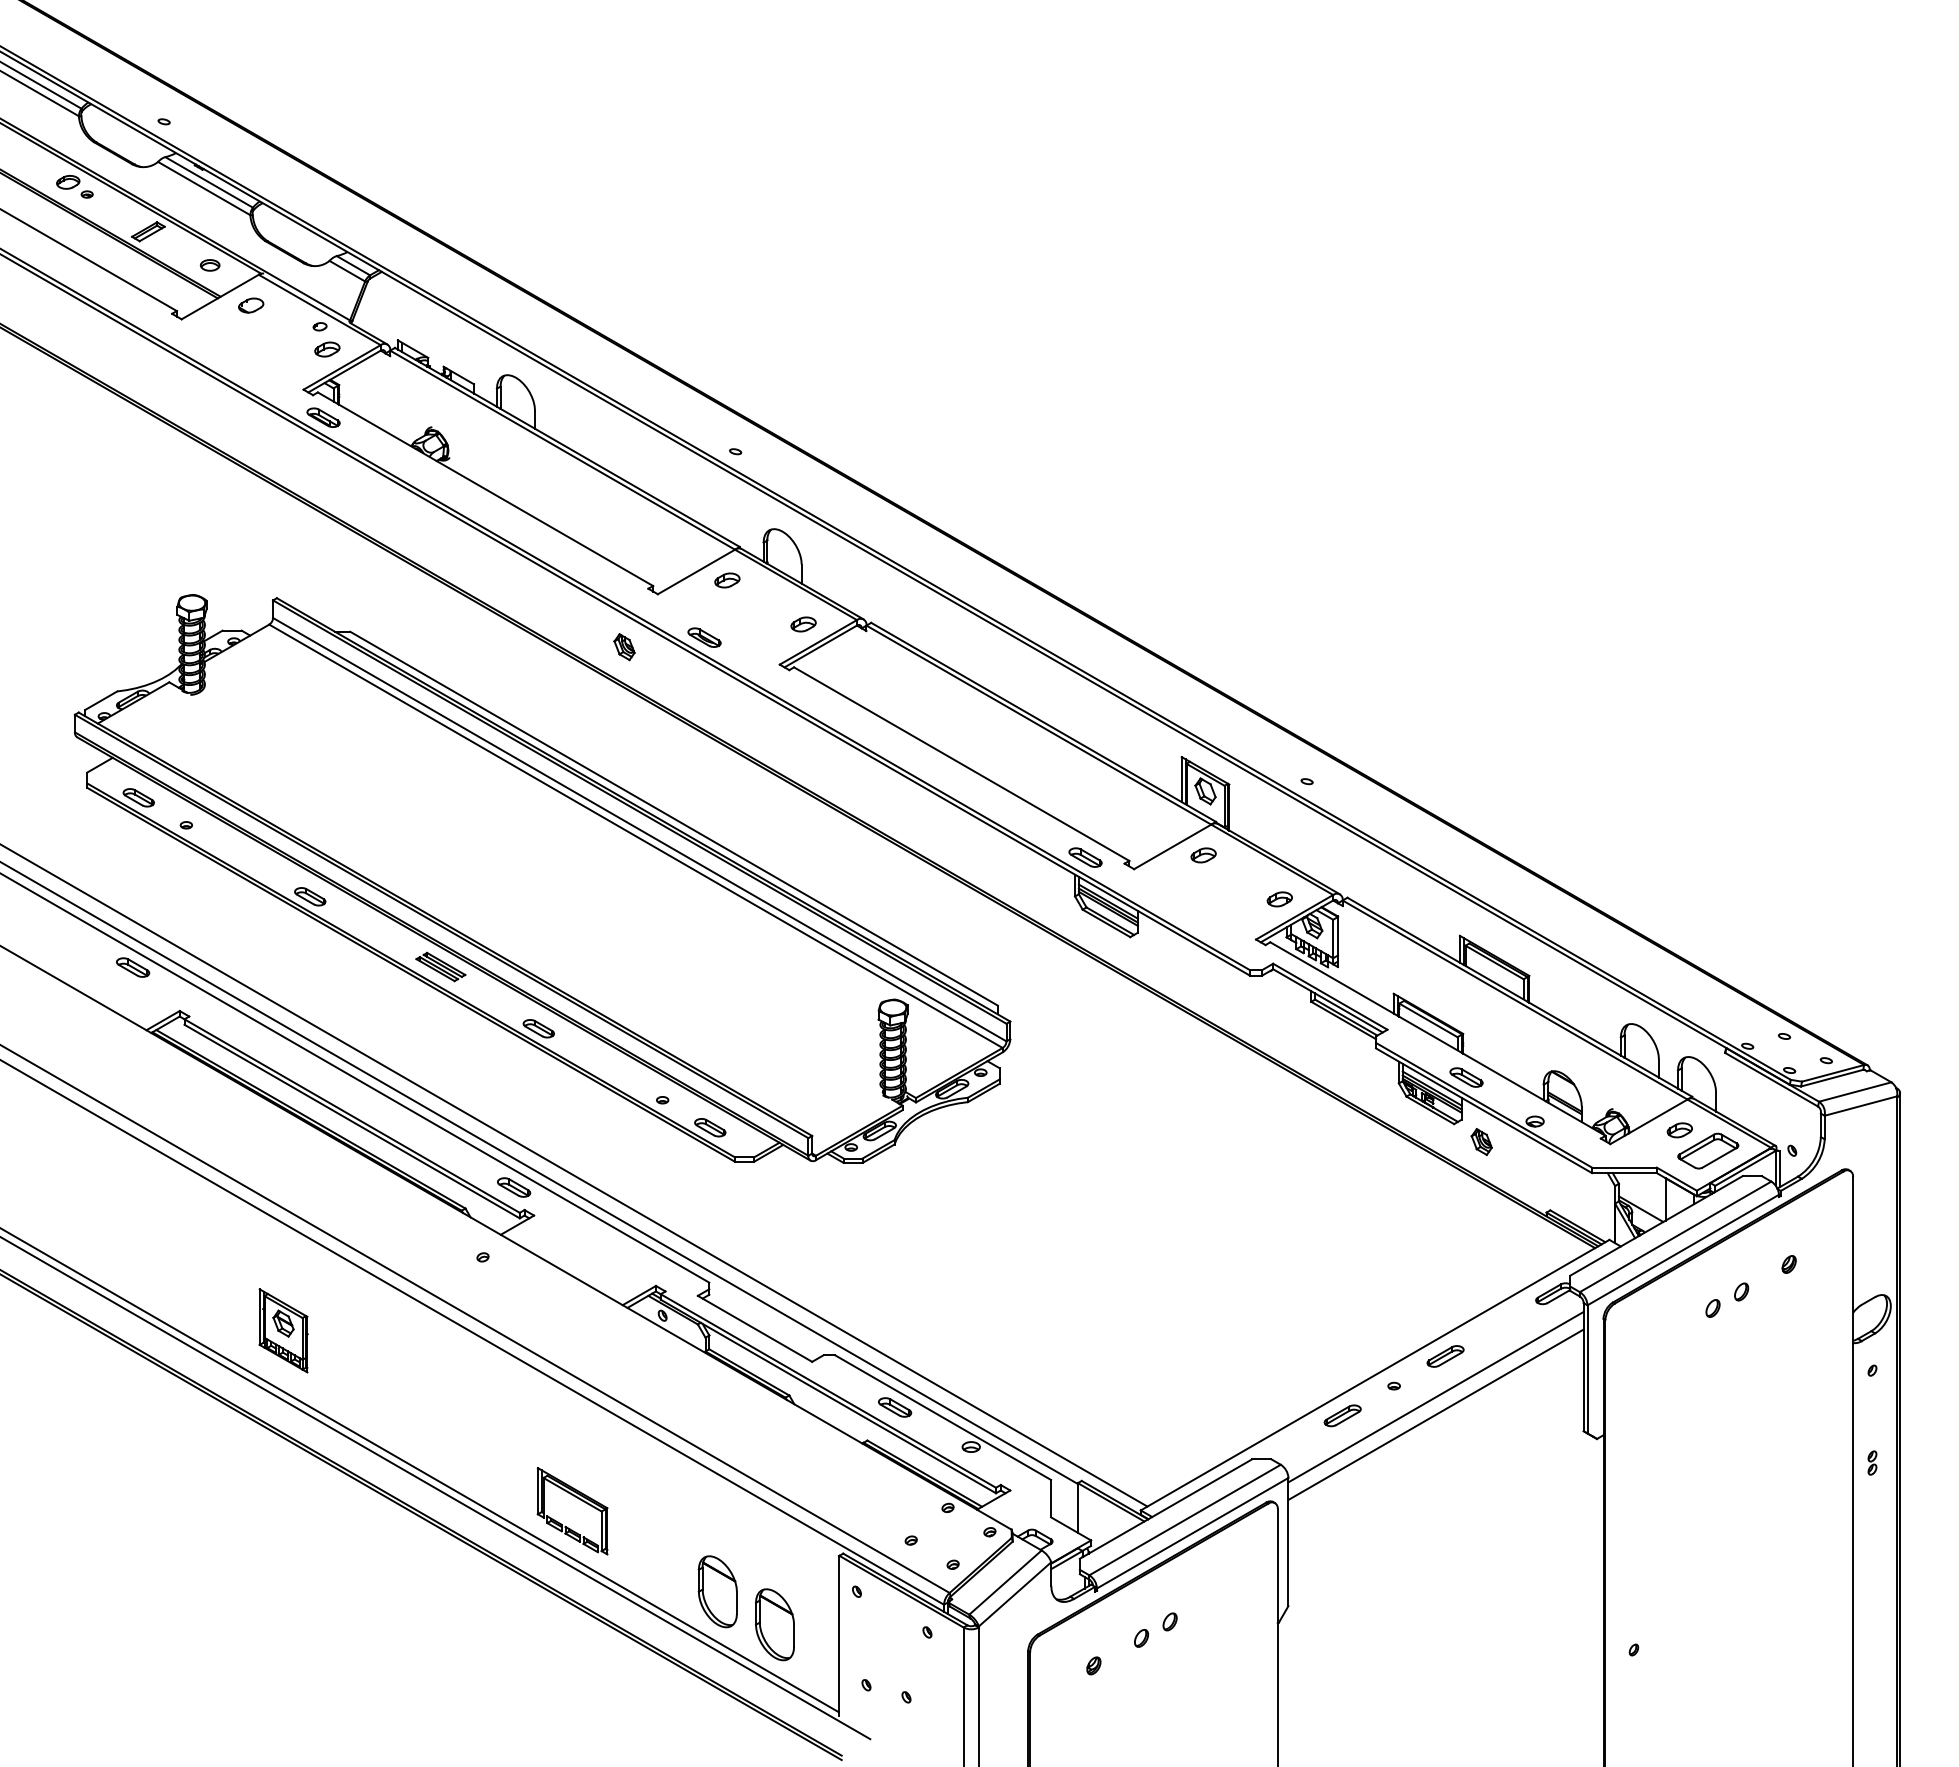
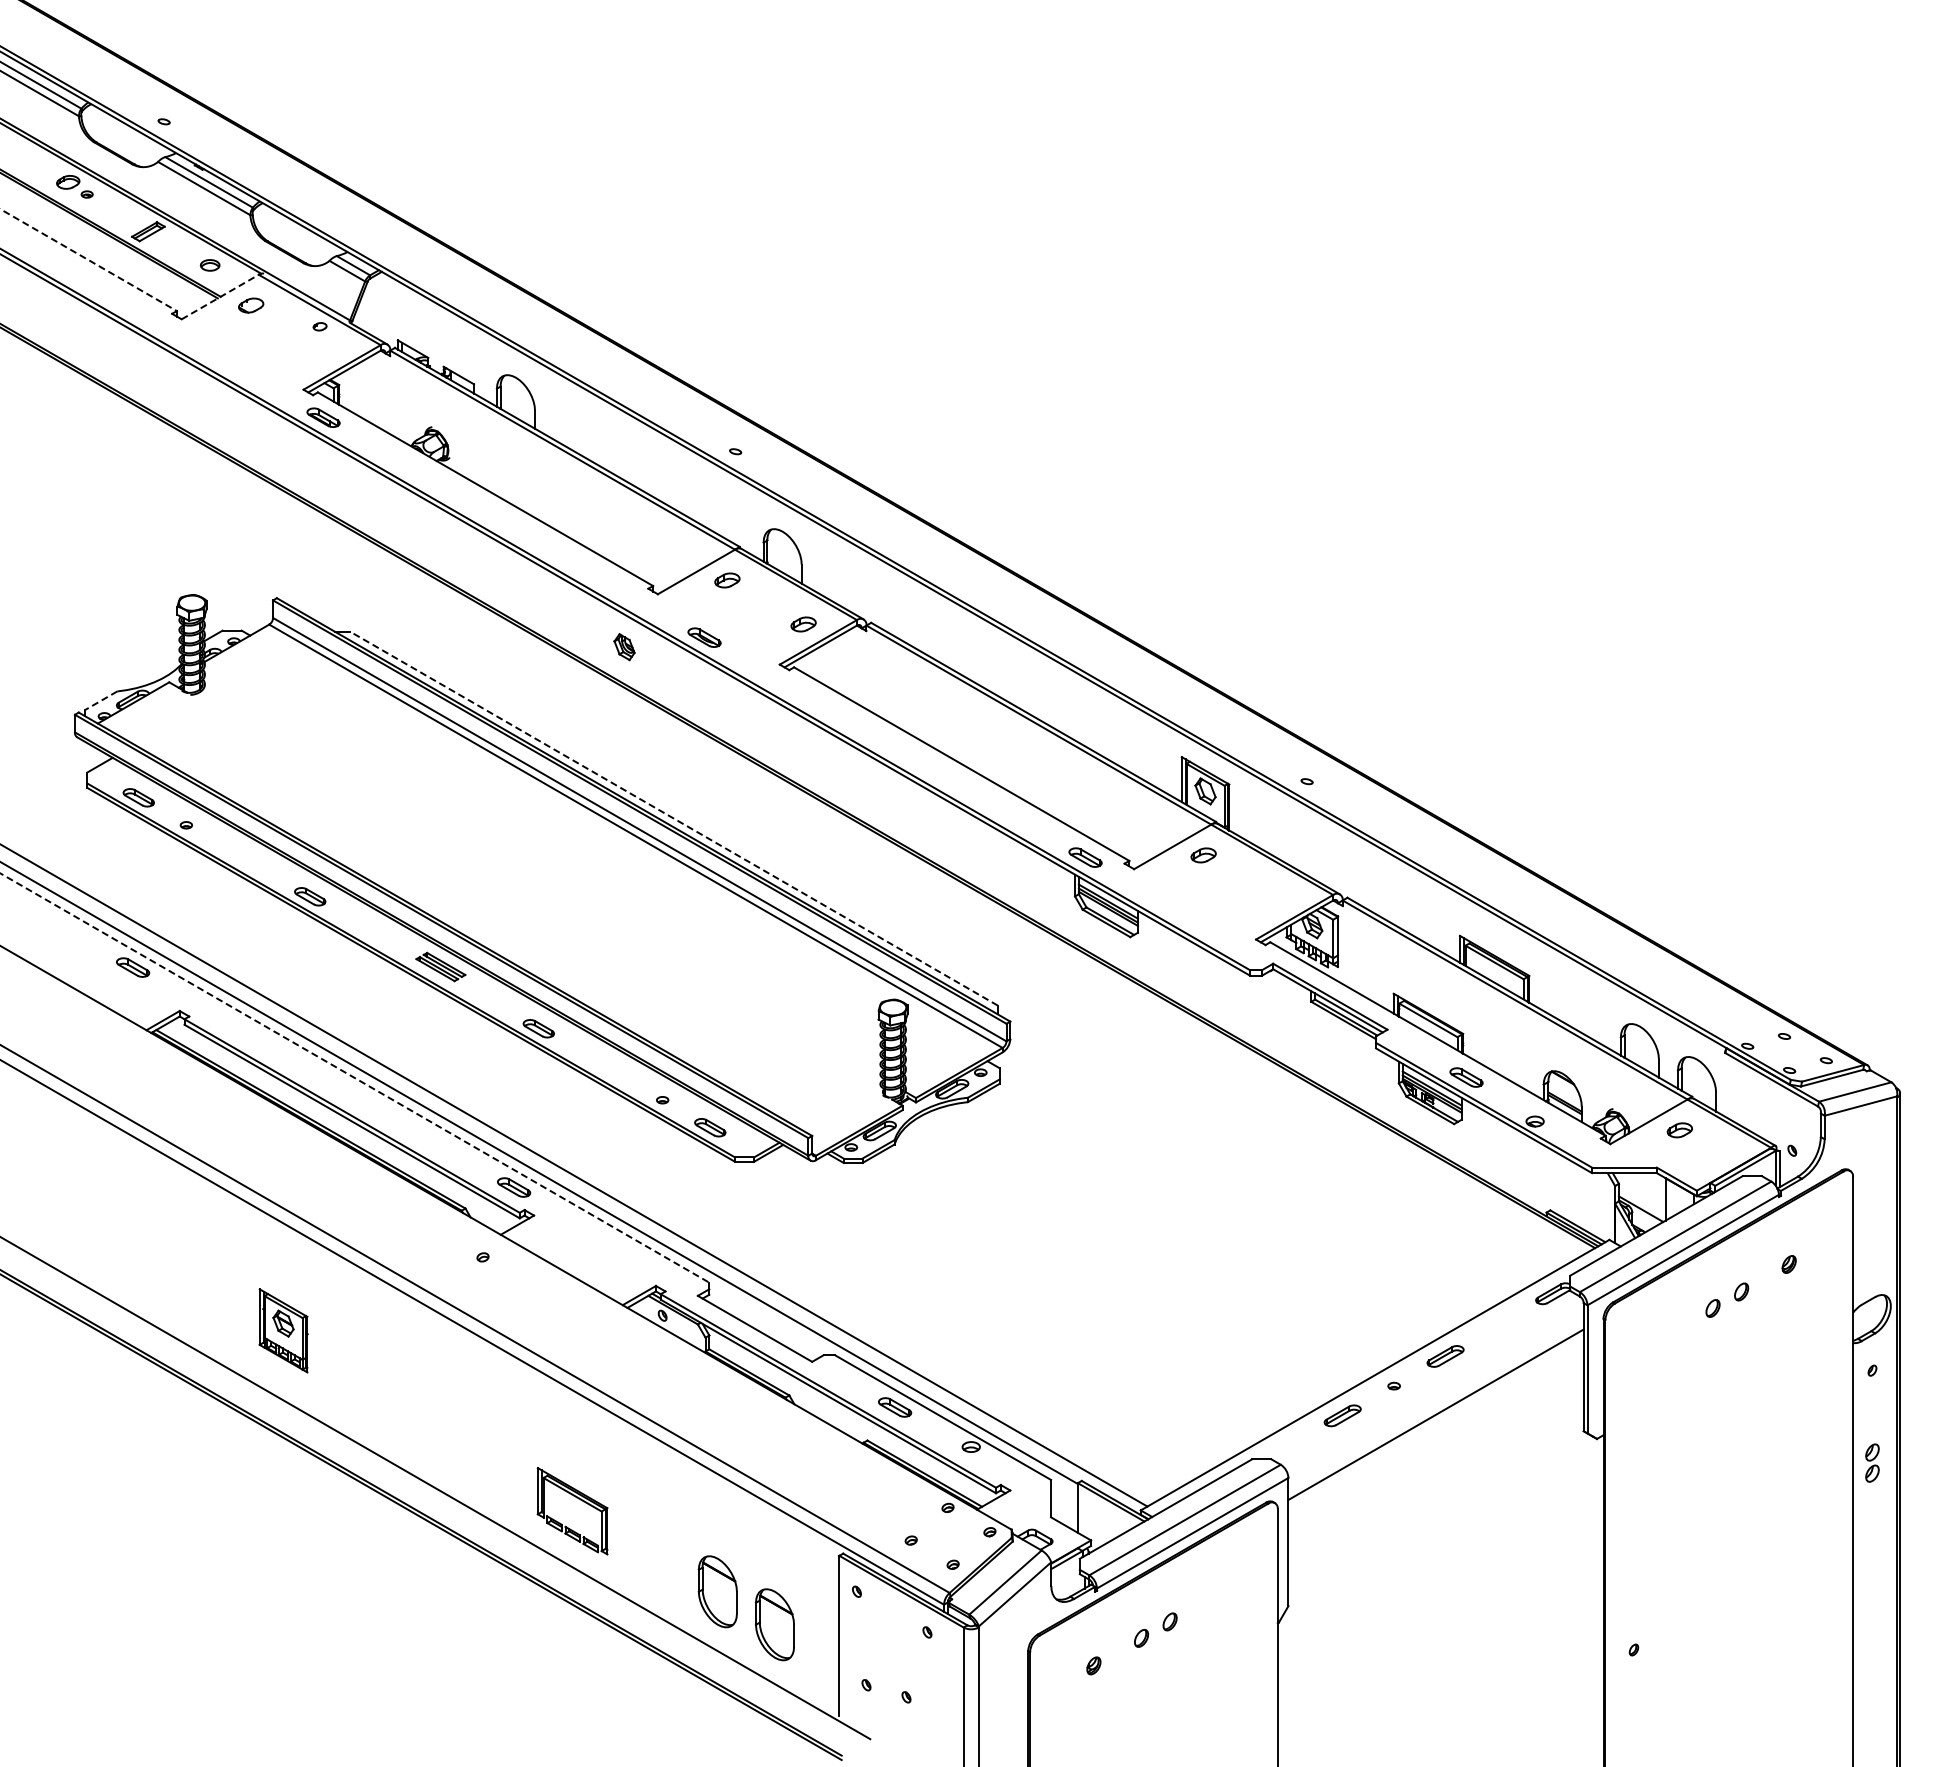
line at (88, 260): solid -> dashed
line at (220, 297): solid -> dashed
part at (327, 349): present -> none
line at (100, 700): solid -> dashed
line at (674, 818): solid -> dashed
part at (1279, 899): present -> none
line at (355, 1078): solid -> dashed
part at (1481, 1141): present -> none
part at (1708, 1150): present -> none
line at (1435, 1396): present -> none
part at (1872, 1462) size: 11x26 px -> 15x40 px
line at (420, 1470): present -> none
